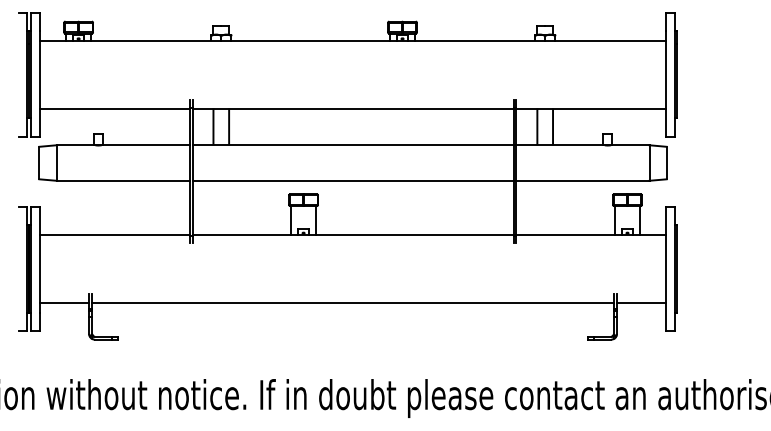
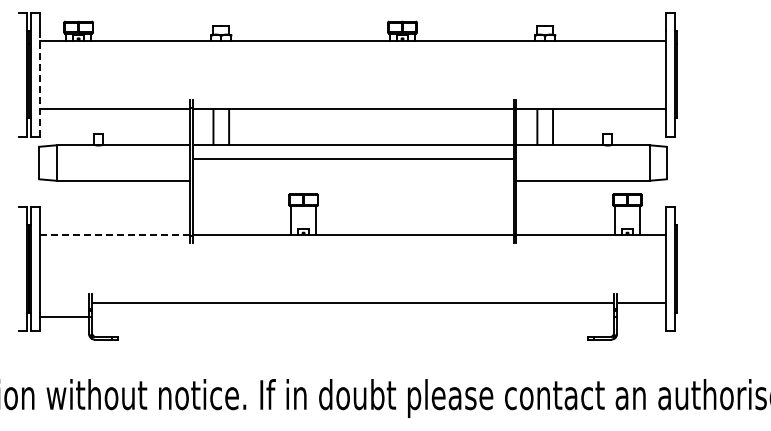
line at (39, 83): solid -> dashed
line at (352, 180) position: (352, 180) -> (352, 158)
line at (114, 235): solid -> dashed
line at (64, 302) position: (64, 302) -> (64, 316)
